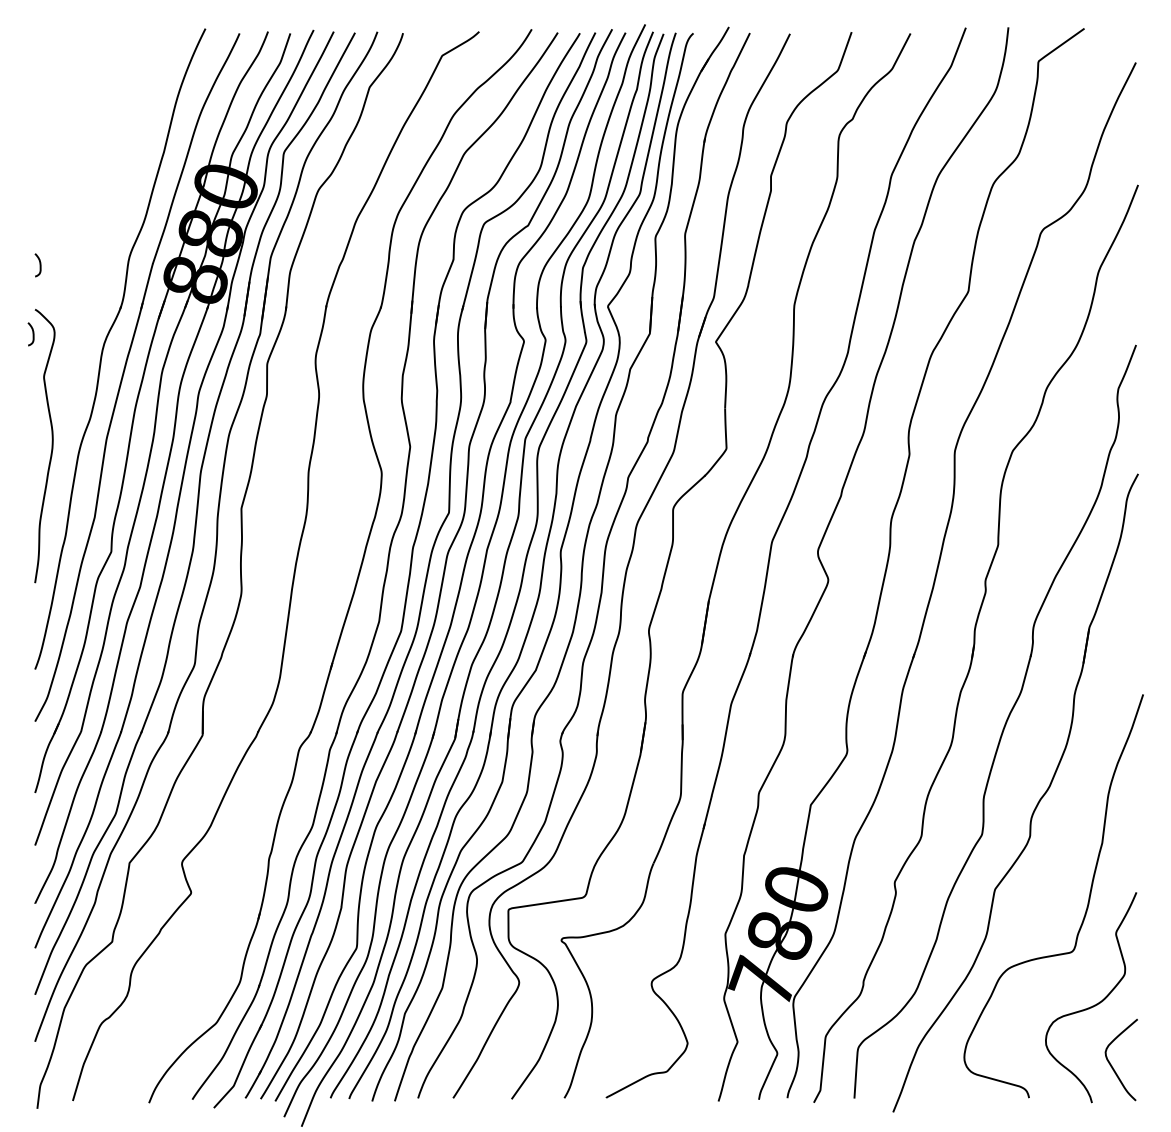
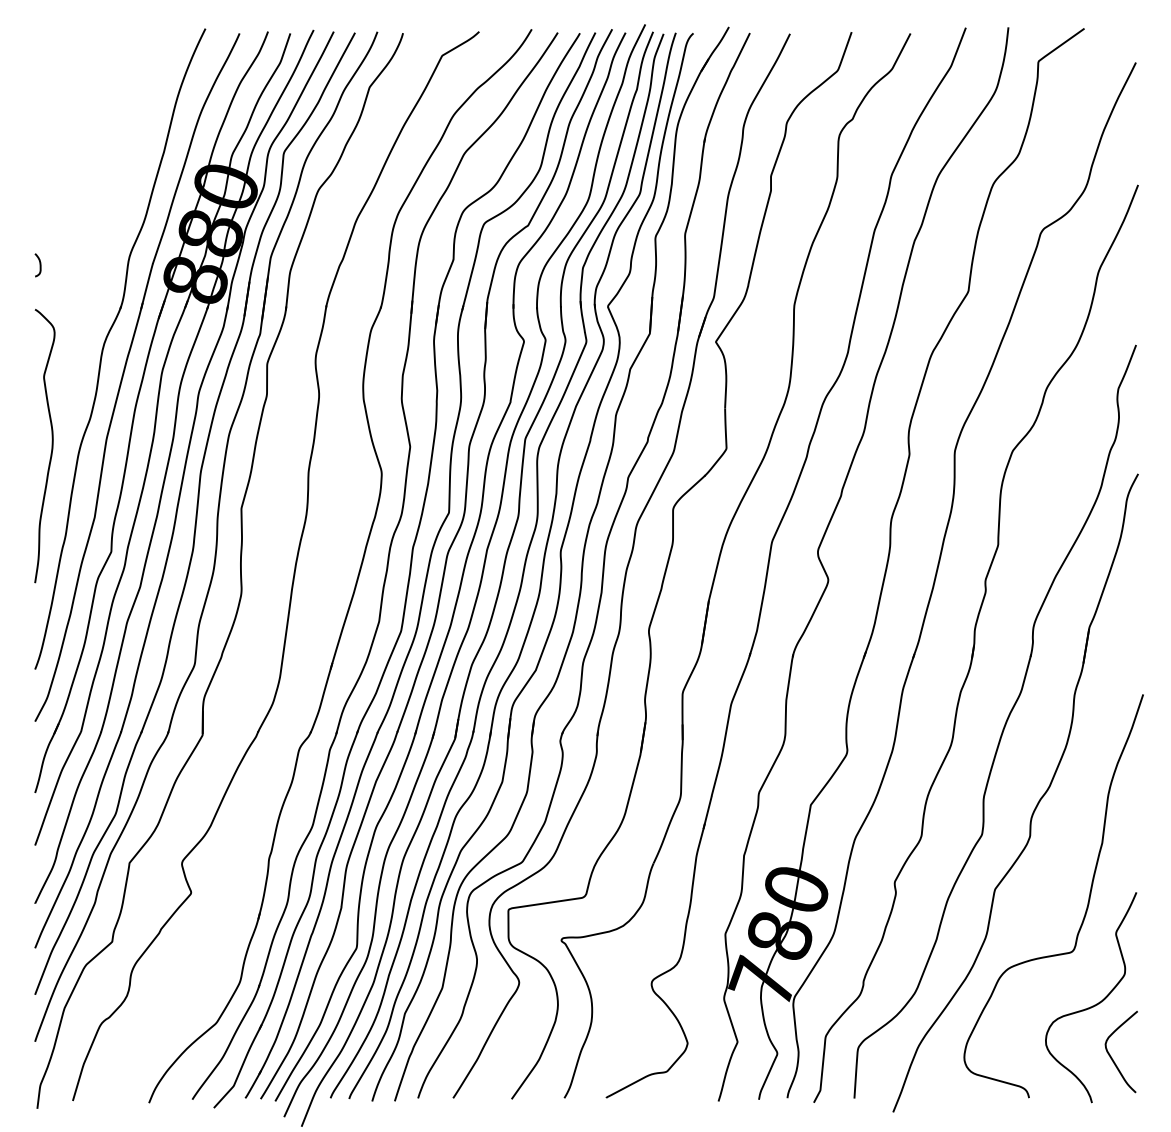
curve at (32, 334): present -> none
curve at (1112, 1065) position: (1112, 1065) -> (1112, 1057)
